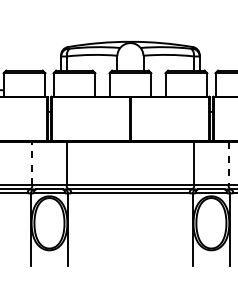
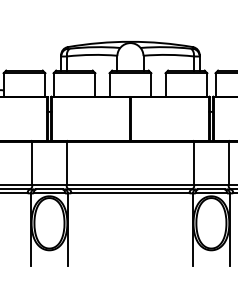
line at (32, 163): dashed -> solid
line at (228, 163): dashed -> solid
